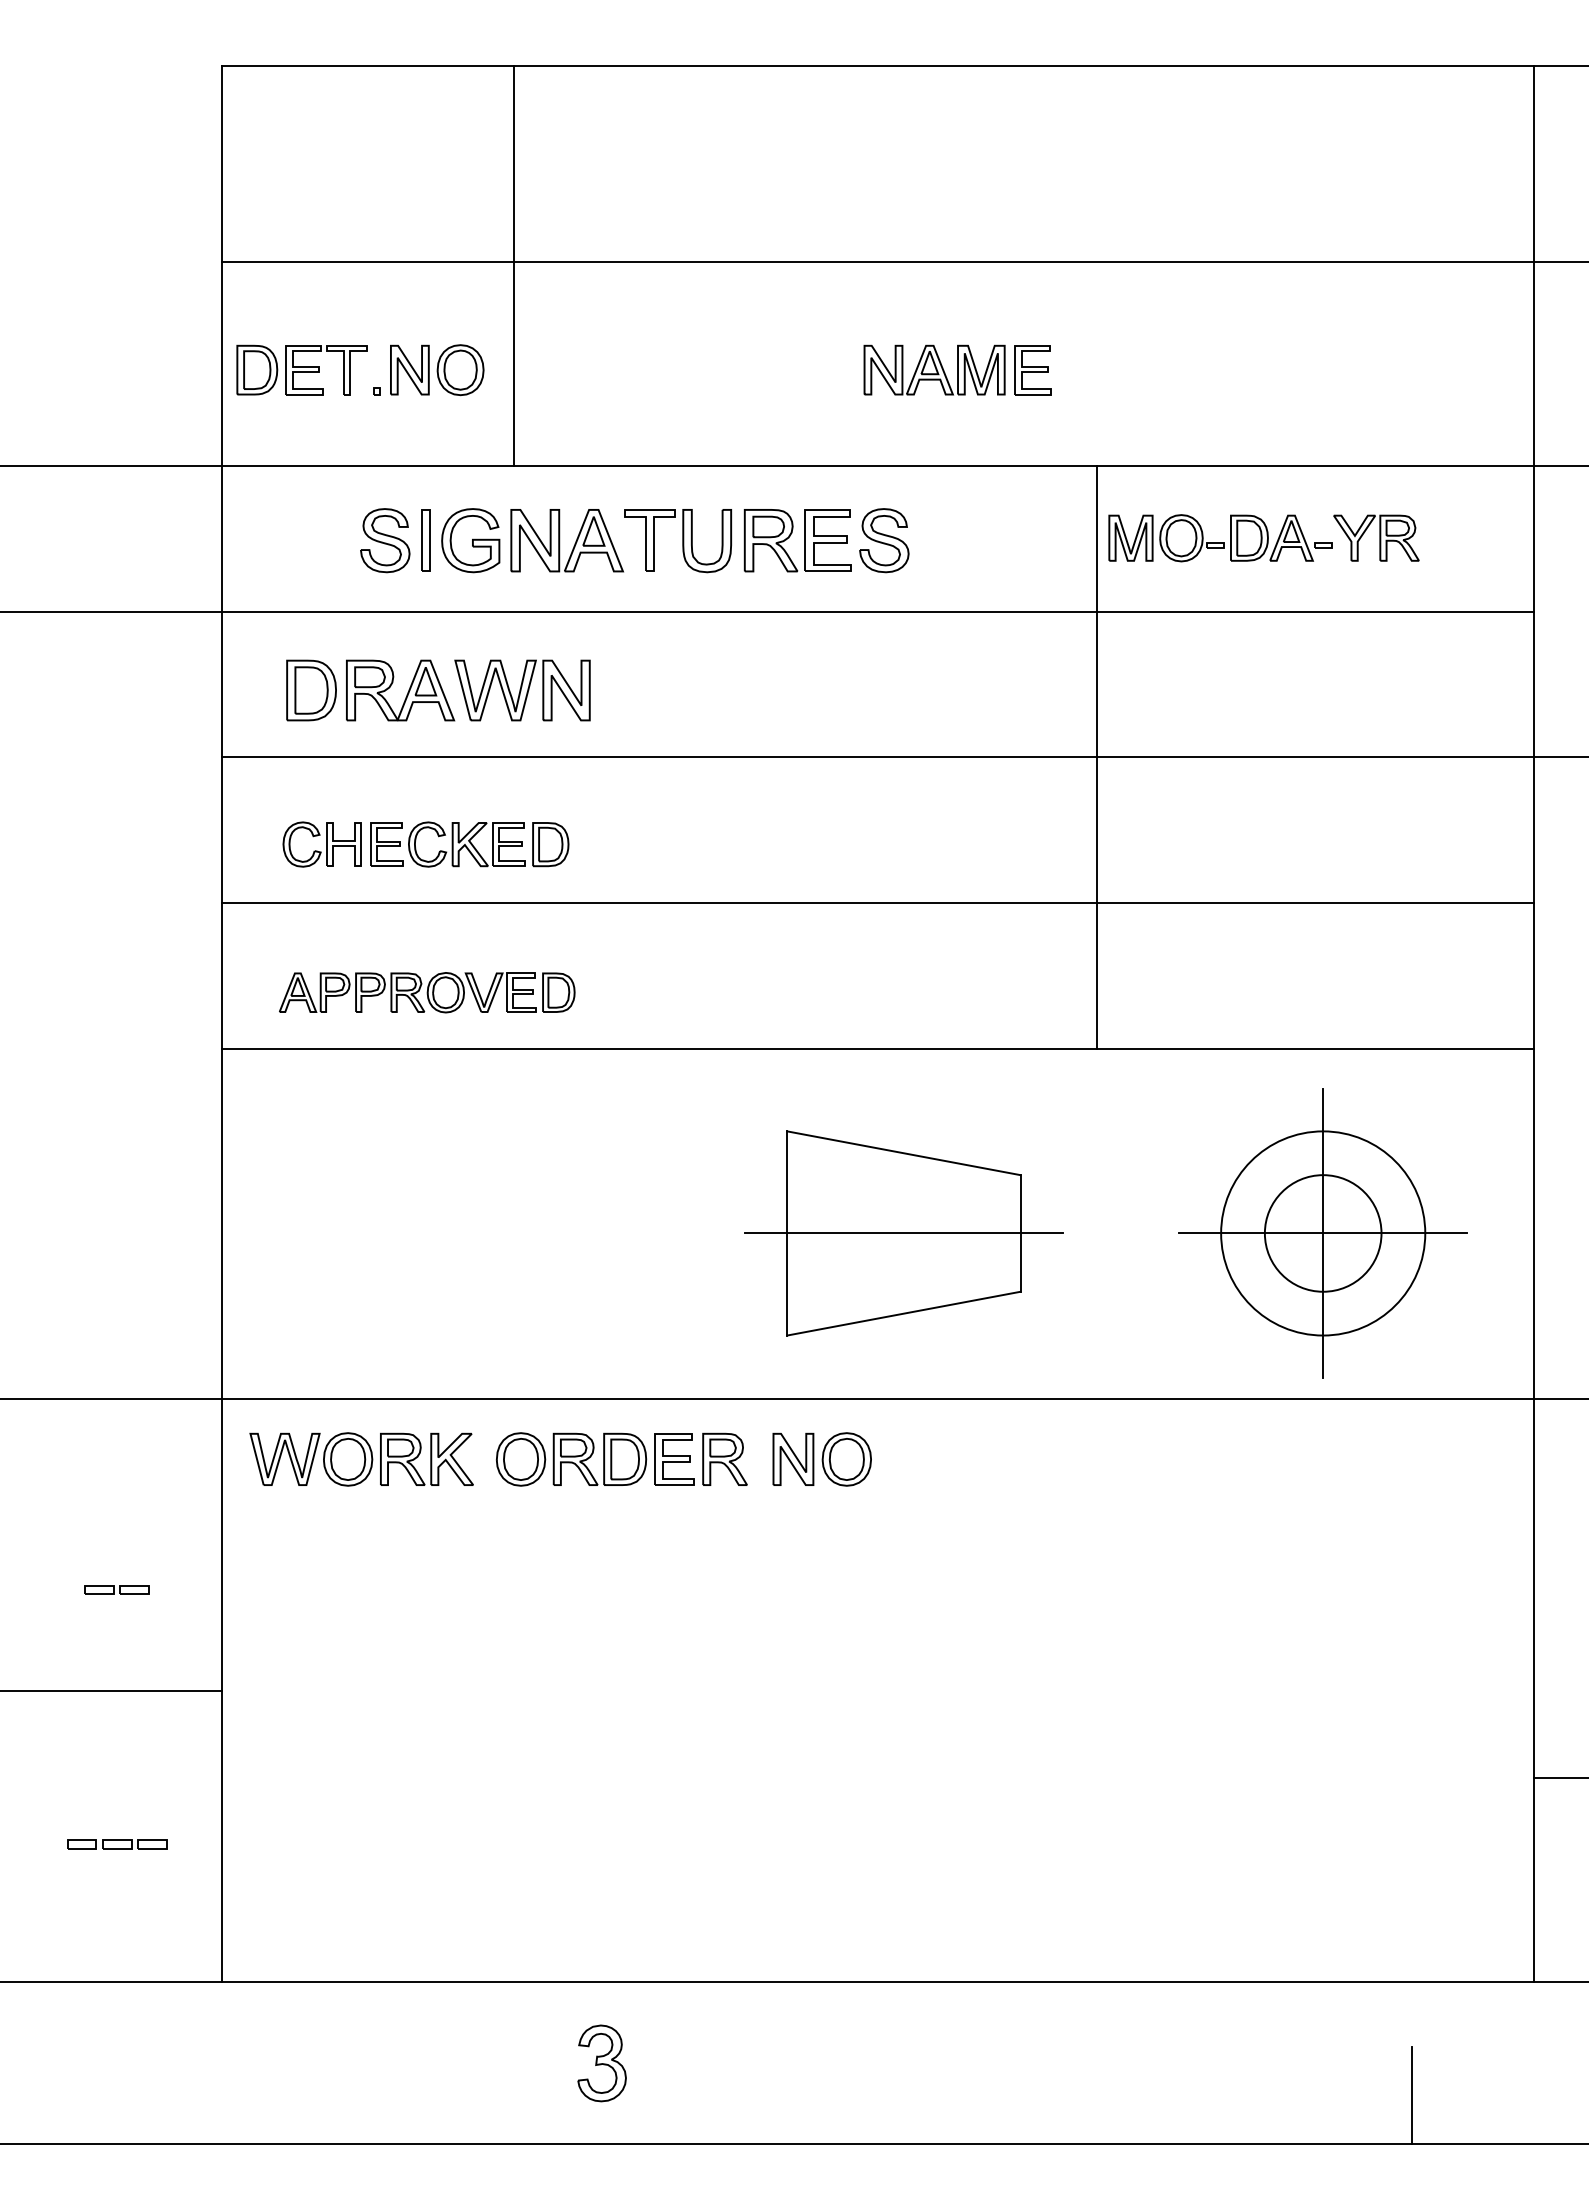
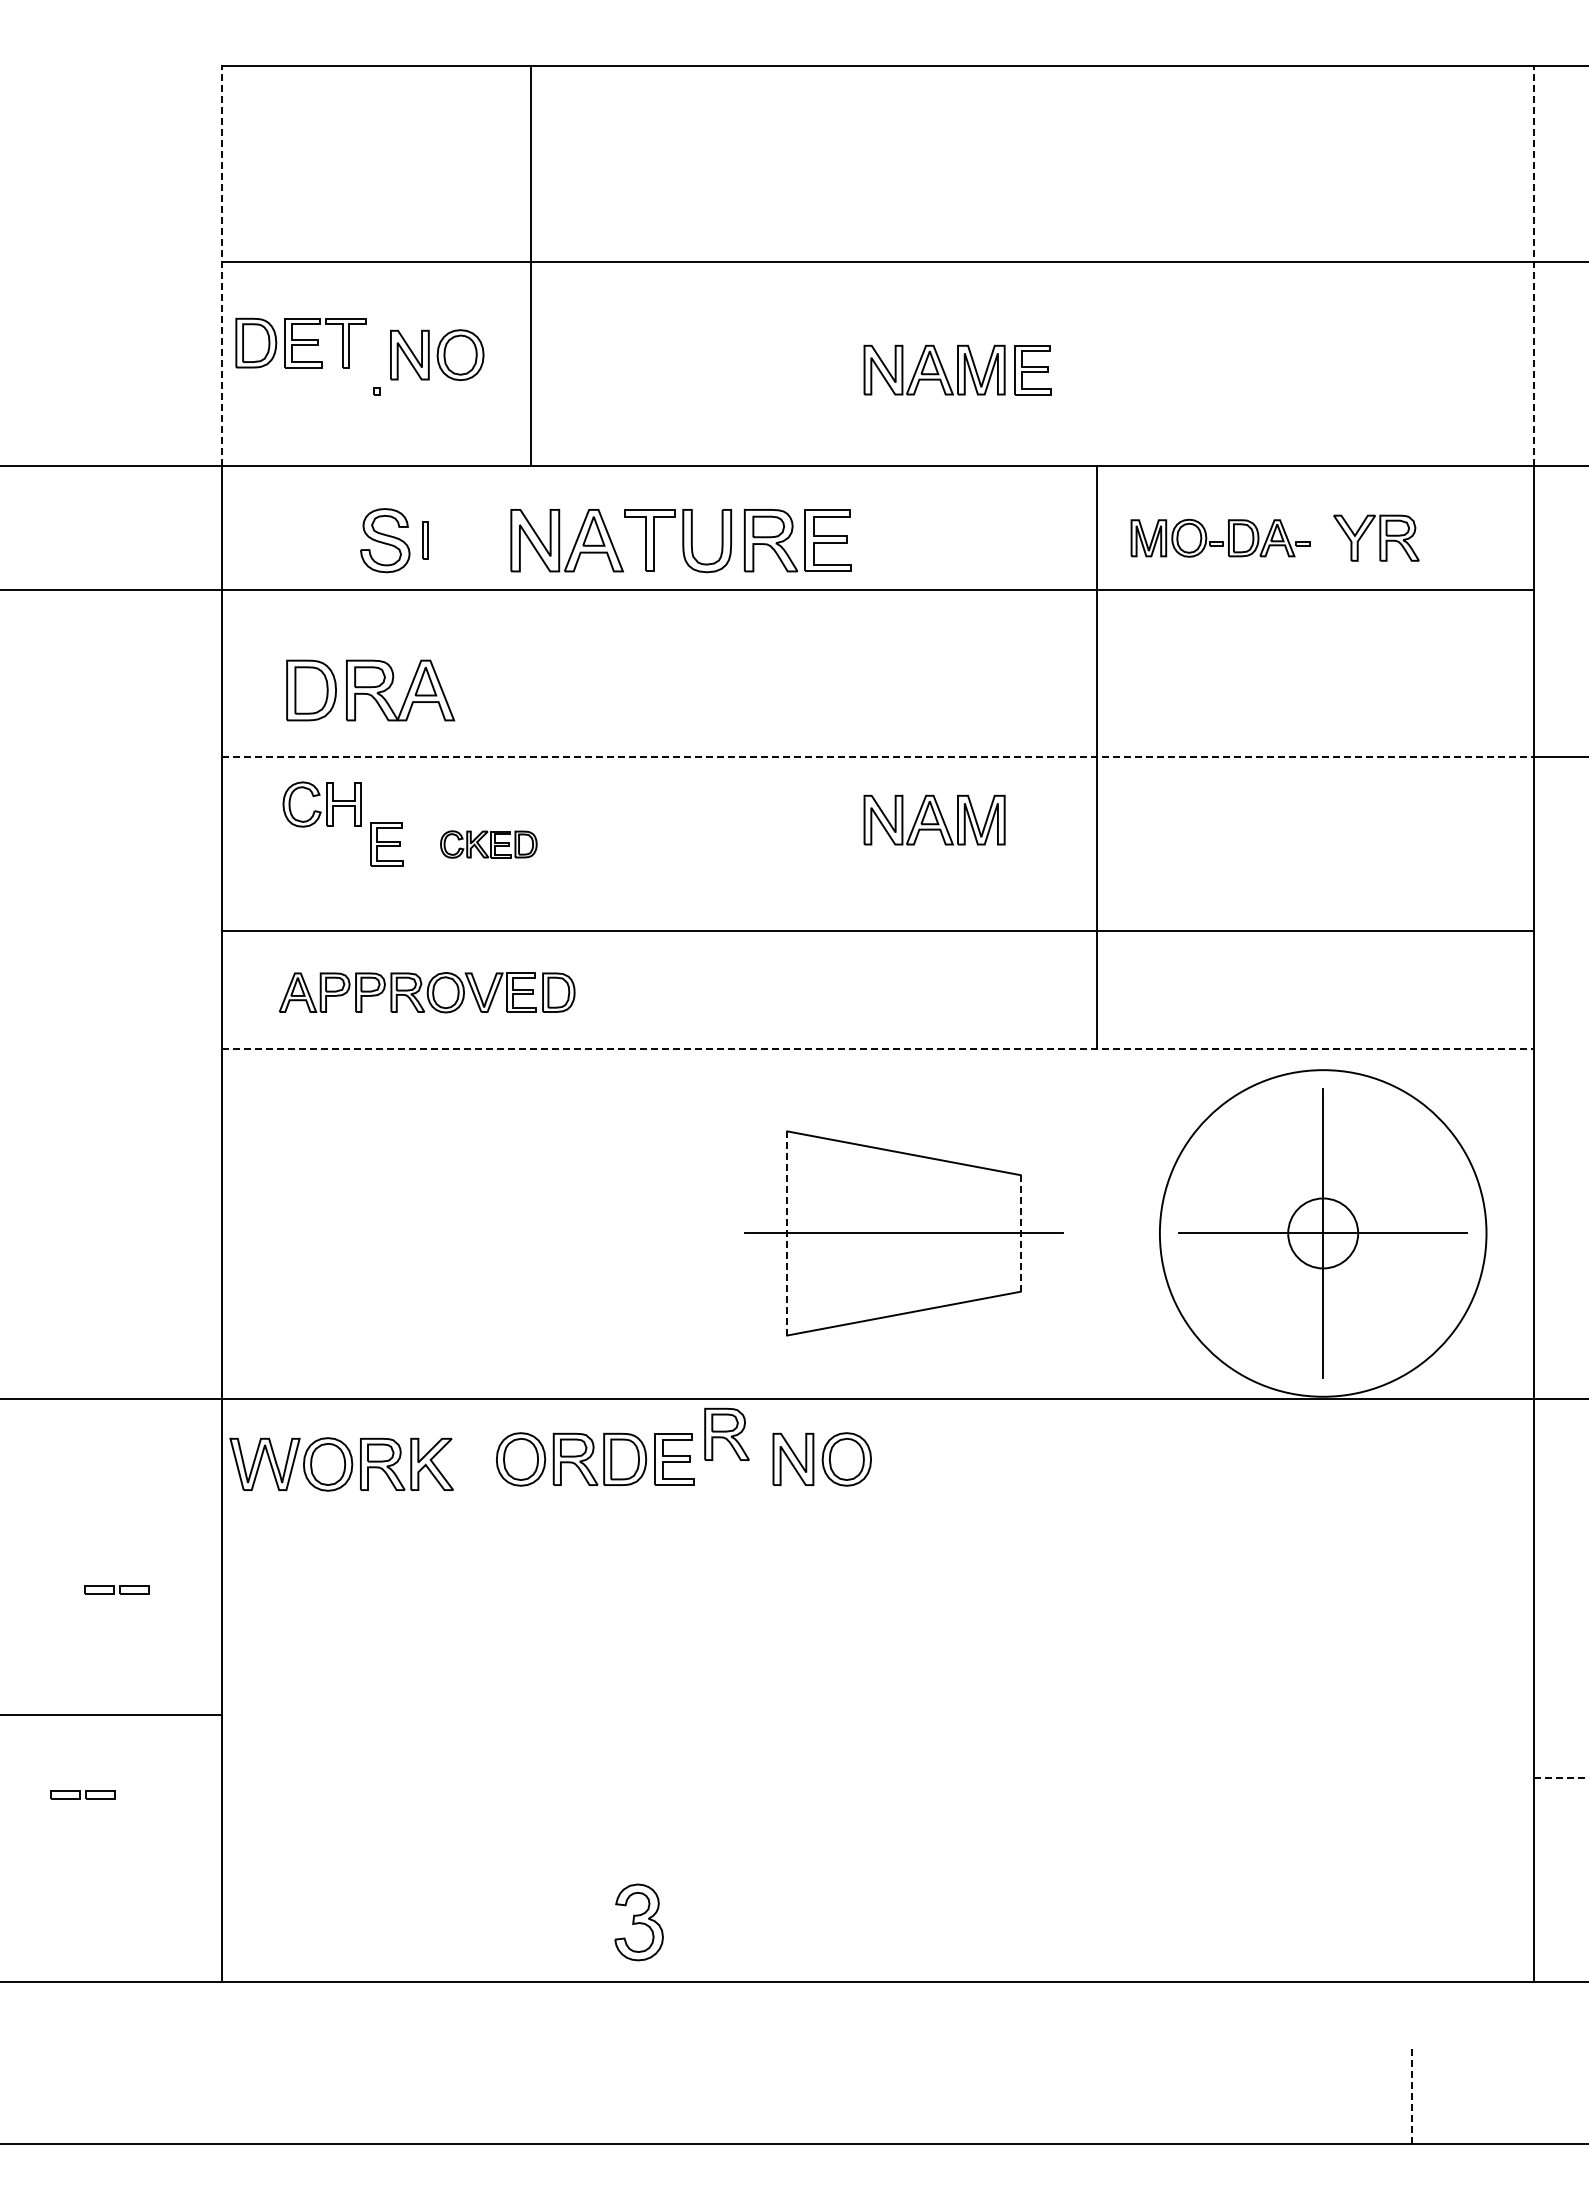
line at (513, 265) position: (513, 265) -> (530, 265)
line at (222, 266): solid -> dashed
line at (1534, 266): solid -> dashed
part at (301, 369) position: (301, 369) -> (300, 342)
part at (437, 370) position: (437, 370) -> (437, 355)
part at (1220, 538) size: 225x49 px -> 181x40 px
part at (425, 540) size: 10x63 px -> 7x39 px
part at (470, 540): present -> none
part at (884, 540): present -> none
line at (768, 611) position: (768, 611) -> (768, 589)
part at (522, 690): present -> none
line at (878, 757): solid -> dashed
part at (934, 819): none -> present
part at (321, 844) position: (321, 844) -> (321, 804)
part at (488, 844) size: 162x47 px -> 98x29 px
line at (878, 903) position: (878, 903) -> (878, 931)
line at (878, 1049): solid -> dashed
line at (787, 1232): solid -> dashed
line at (1020, 1232): solid -> dashed
circle at (1322, 1233) diameter: 117 px -> 70 px
circle at (1323, 1233) diameter: 204 px -> 327 px
part at (724, 1458) position: (724, 1458) -> (726, 1433)
part at (361, 1459) position: (361, 1459) -> (341, 1464)
line at (112, 1690) position: (112, 1690) -> (112, 1714)
line at (1561, 1778): solid -> dashed
part at (82, 1794): none -> present
part at (117, 1844): present -> none
part at (601, 2063) position: (601, 2063) -> (638, 1922)
line at (1412, 2094): solid -> dashed
